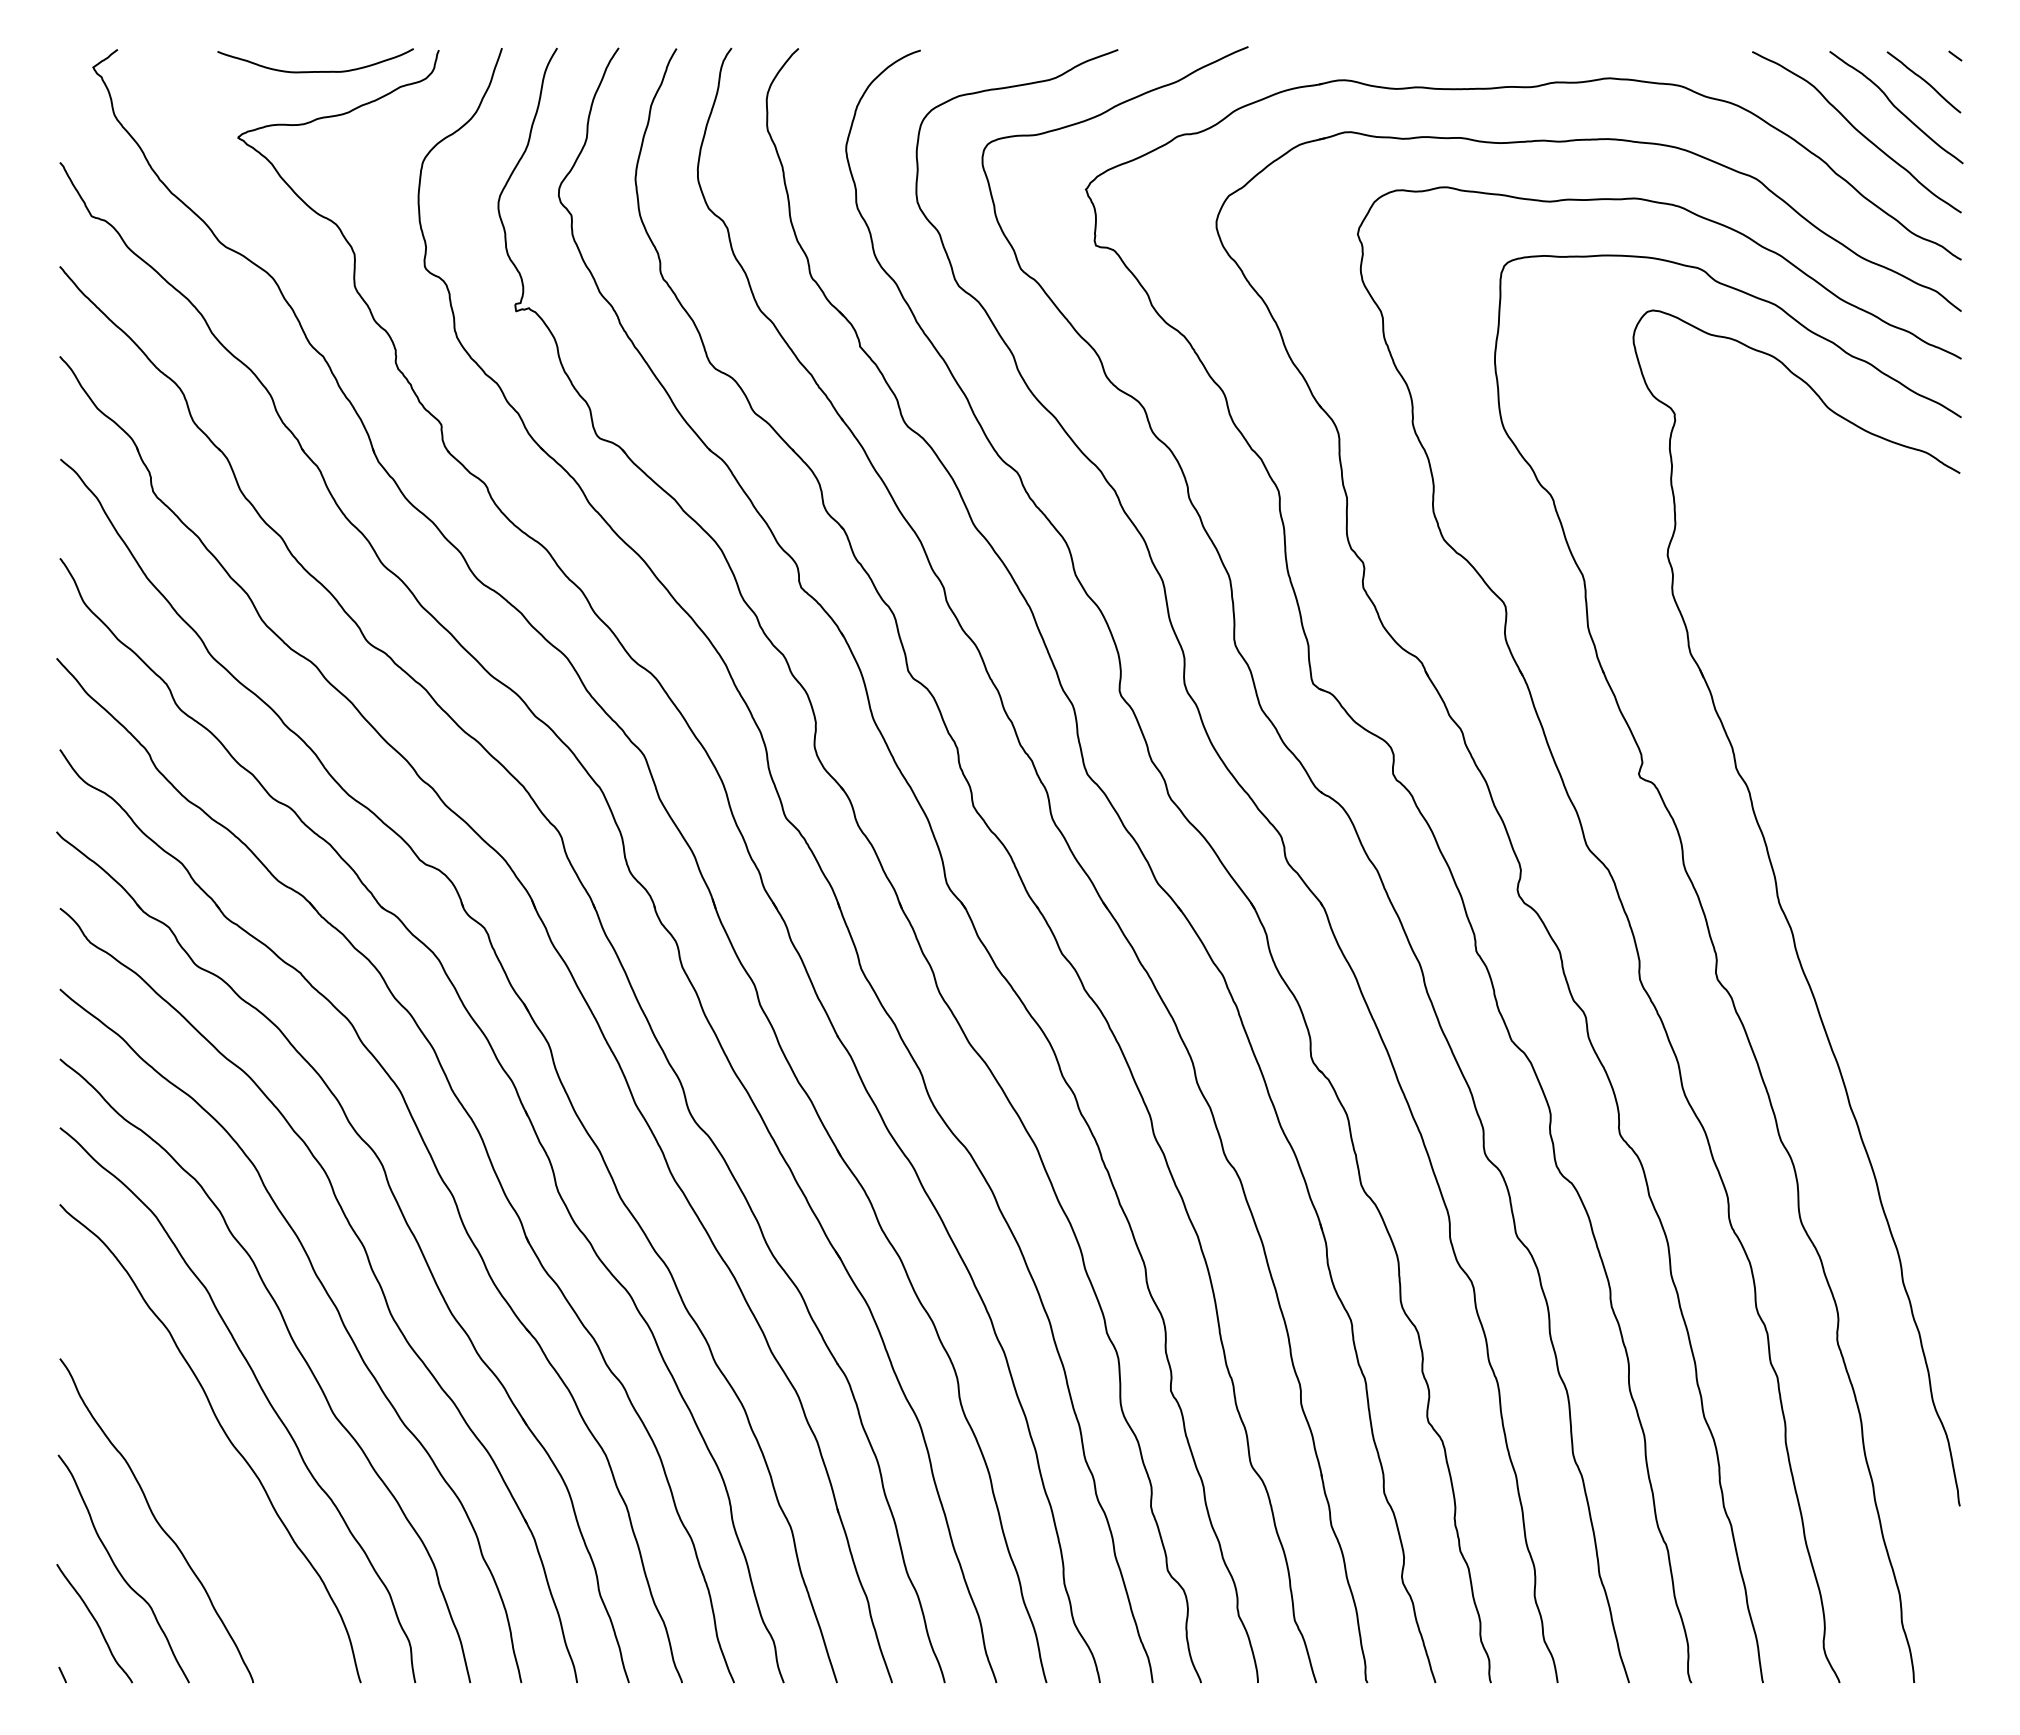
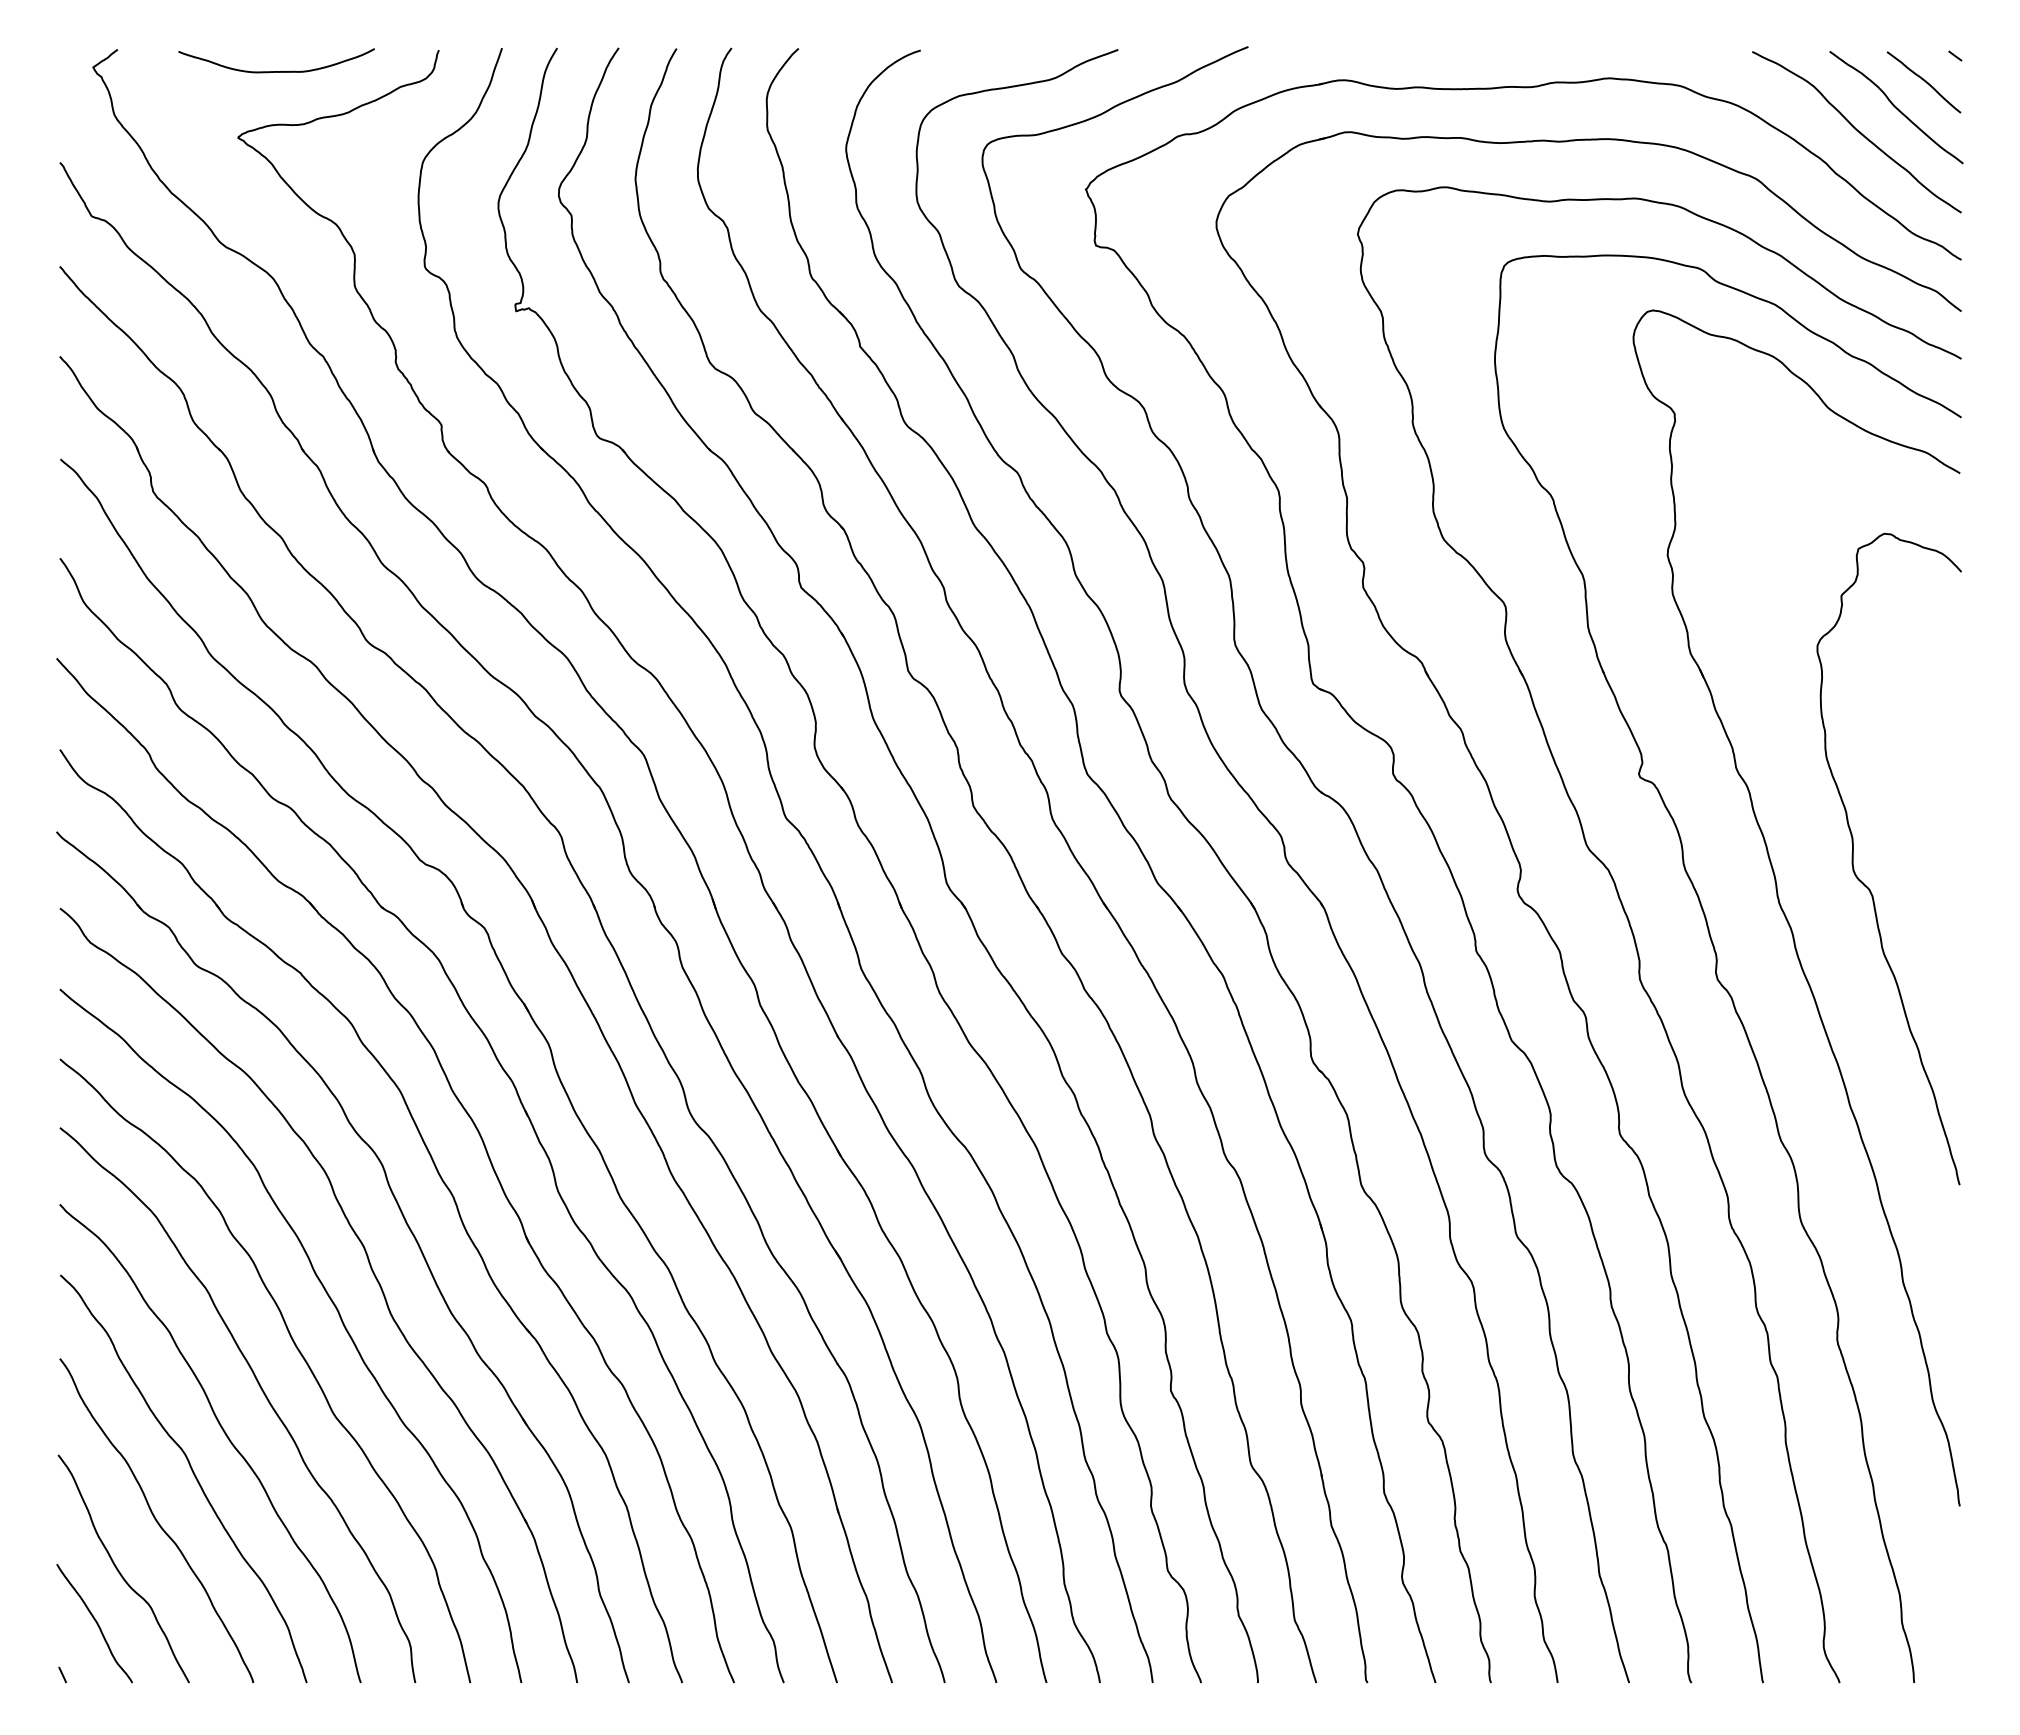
curve at (315, 71) position: (315, 71) -> (276, 71)
part at (1863, 882): none -> present
curve at (192, 1473): none -> present
